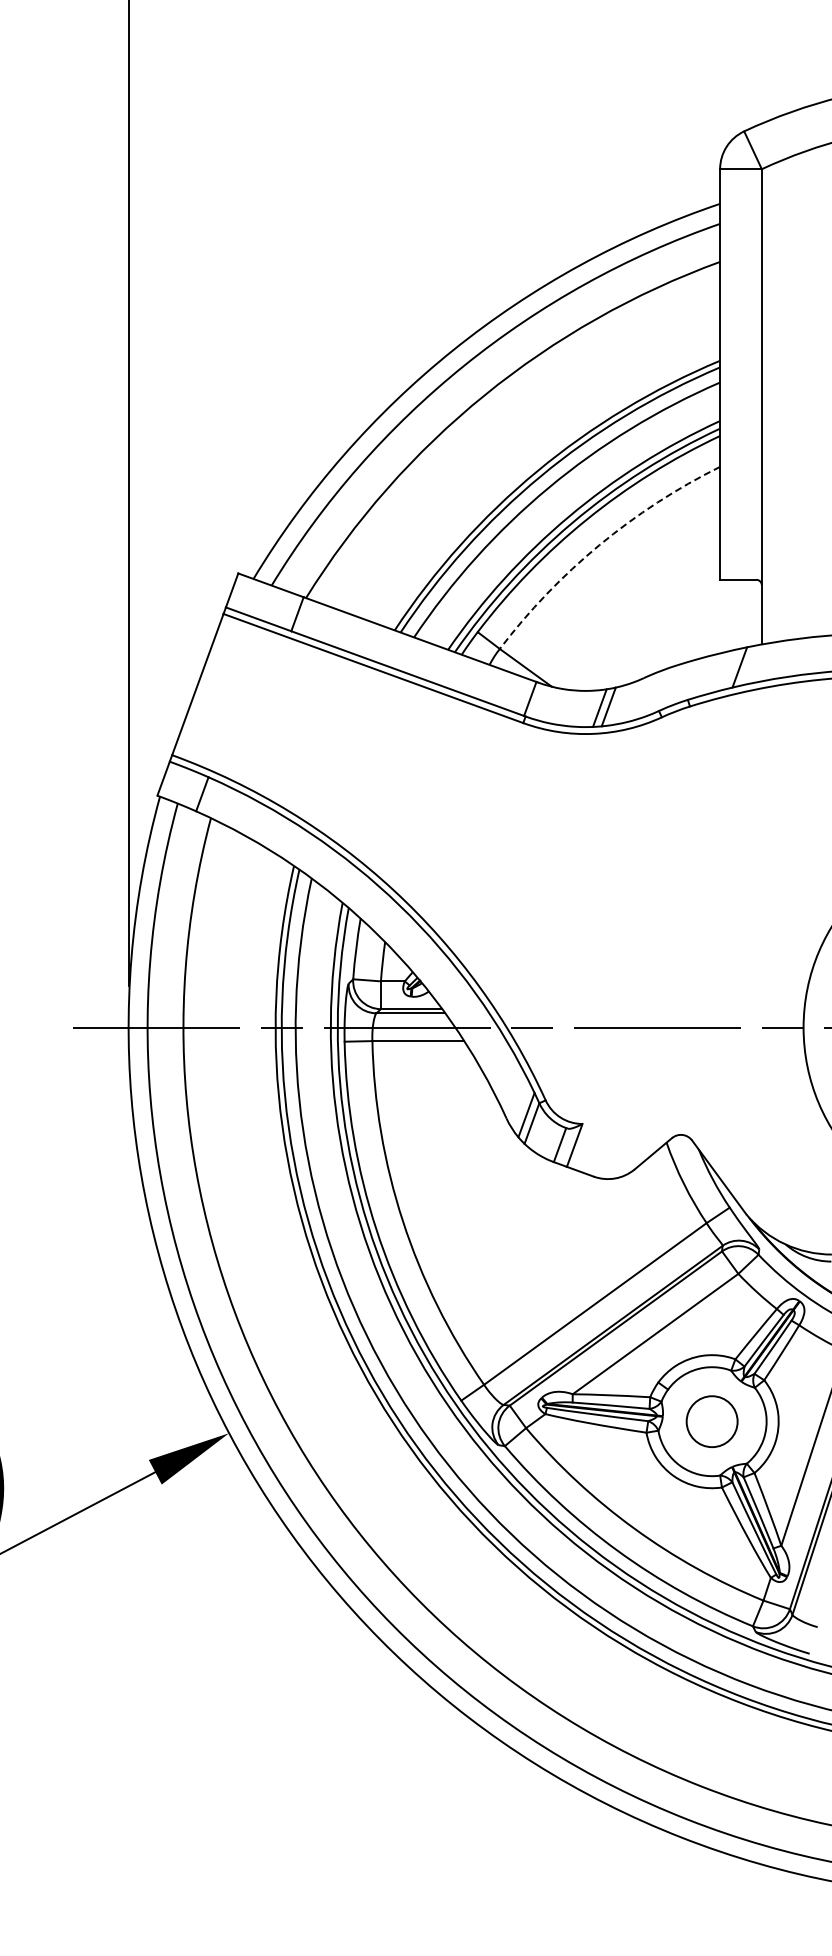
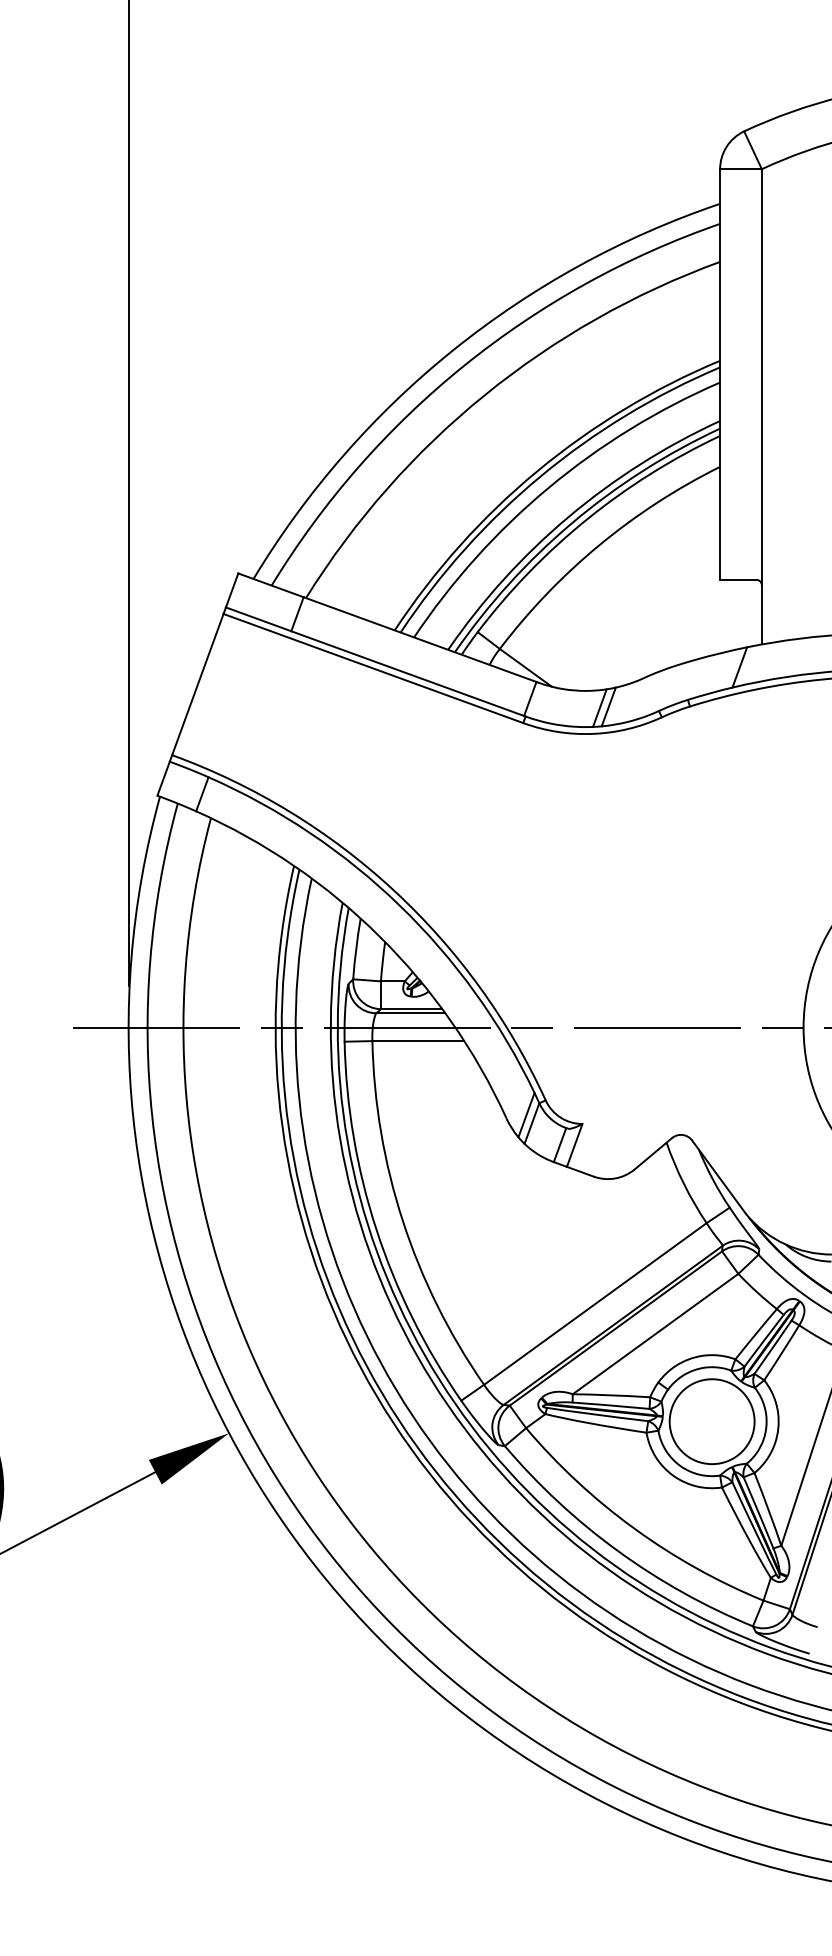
arc at (599, 545): dashed -> solid
circle at (711, 1421) diameter: 51 px -> 85 px
